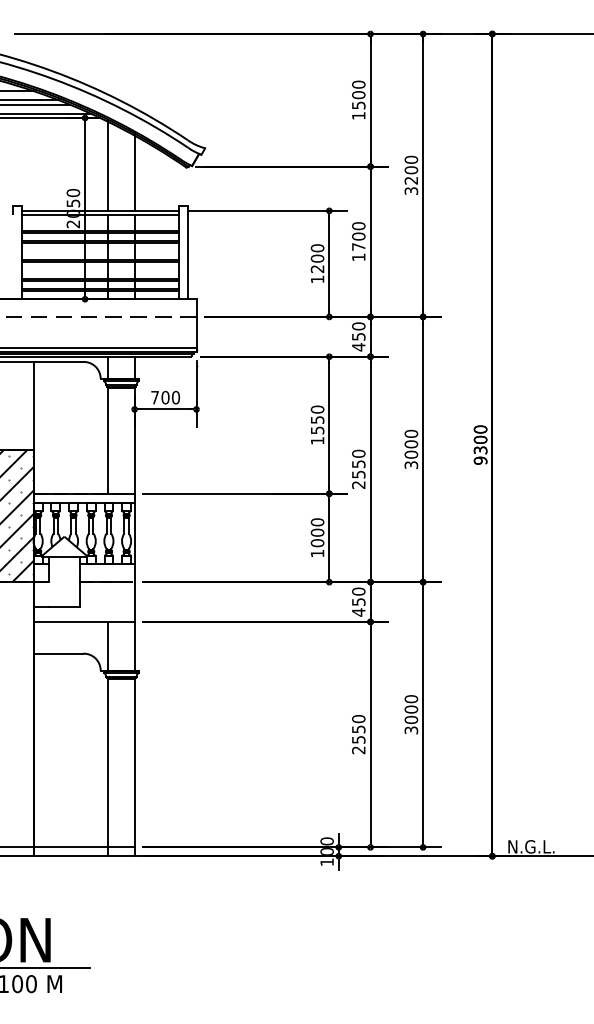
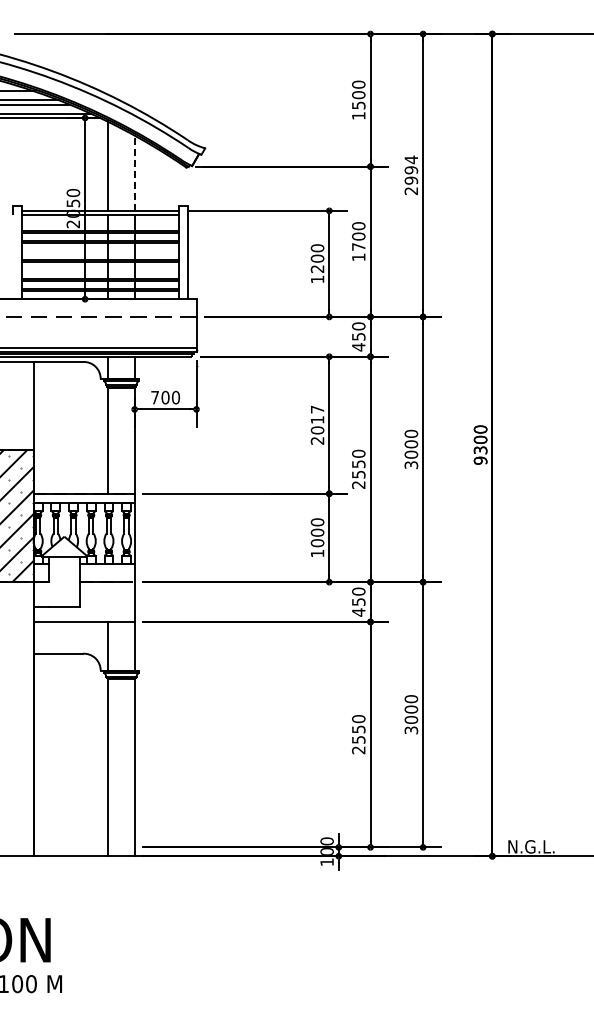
line at (134, 172): solid -> dashed
text at (411, 174): 3200 -> 2994
text at (317, 424): 1550 -> 2017
line at (68, 847): present -> none
line at (46, 967): present -> none
